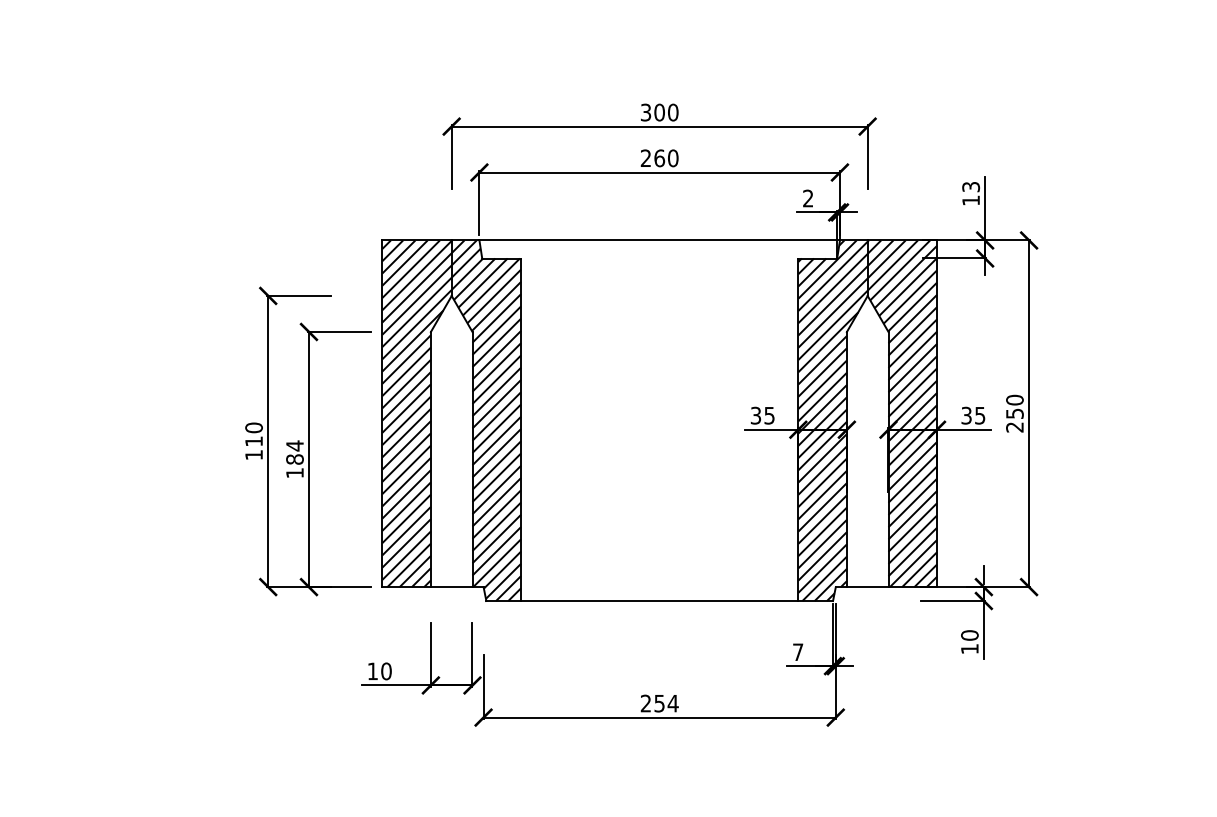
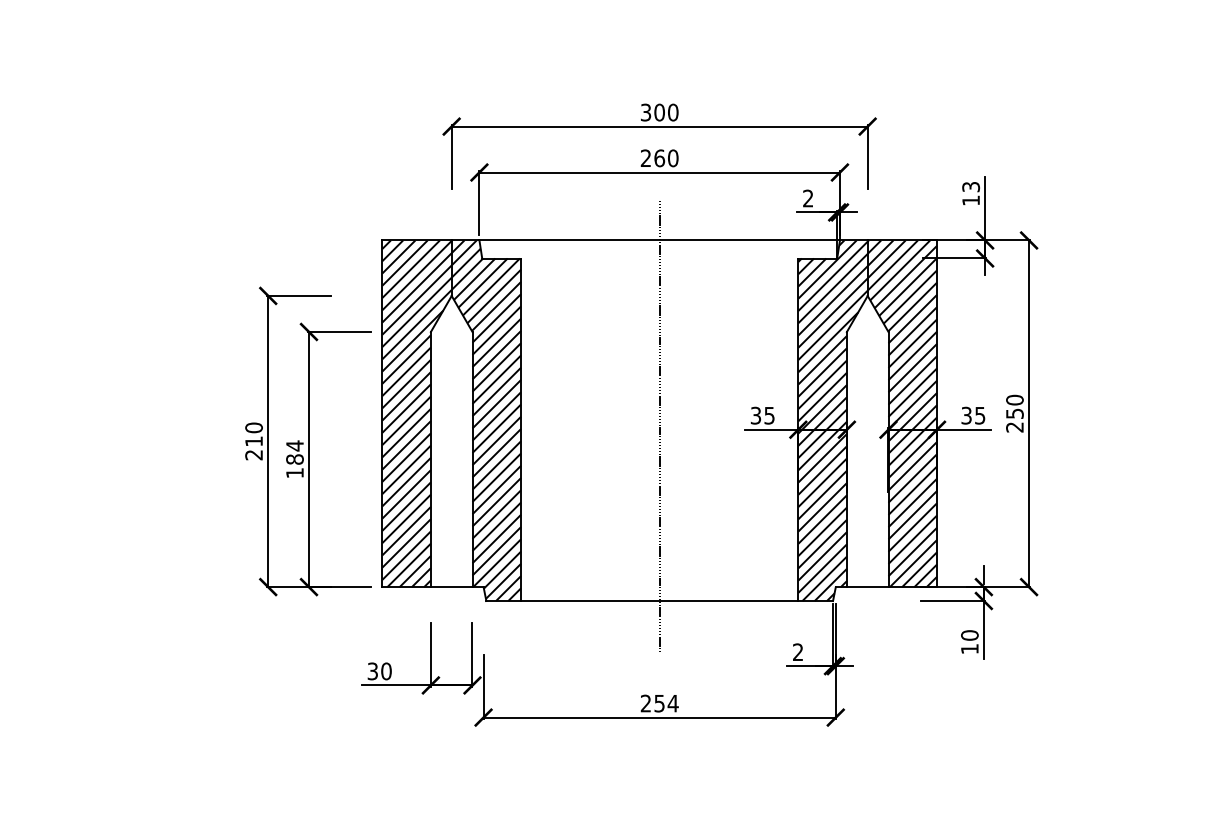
line at (659, 425): none -> present
text at (253, 455): 110 -> 210
text at (798, 651): 7 -> 2
text at (372, 671): 10 -> 30
